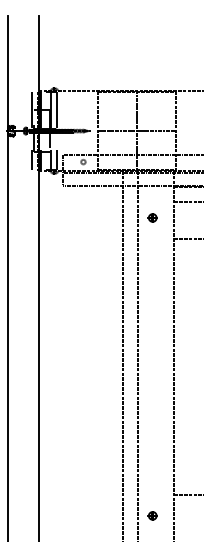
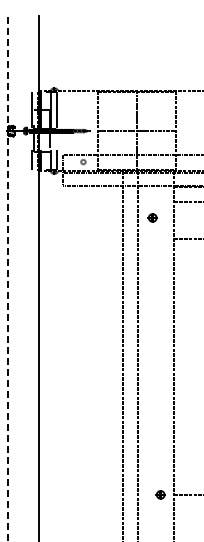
line at (8, 278): solid -> dashed
part at (152, 515) position: (152, 515) -> (160, 494)
